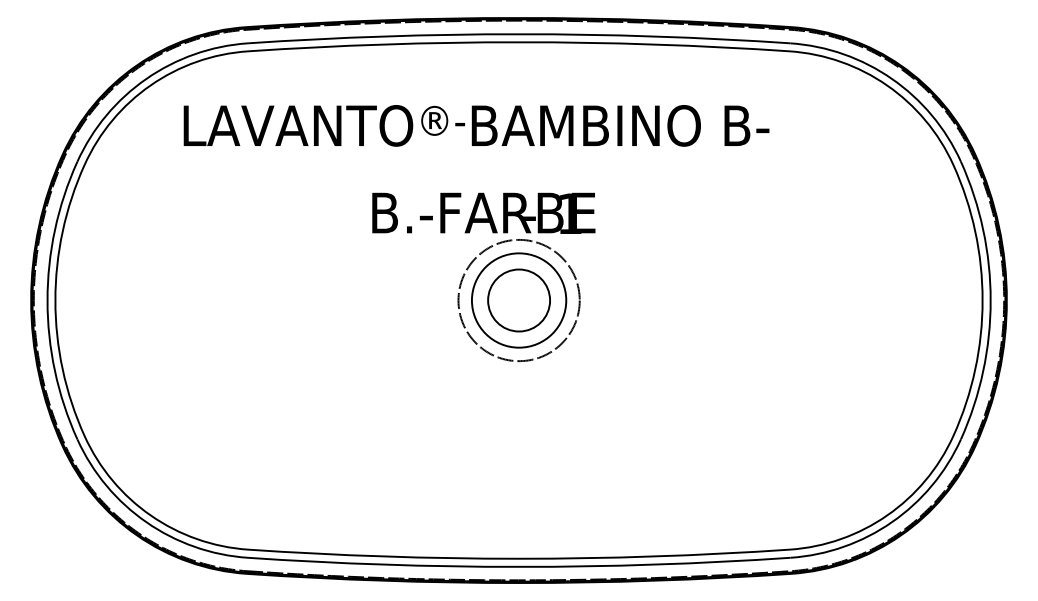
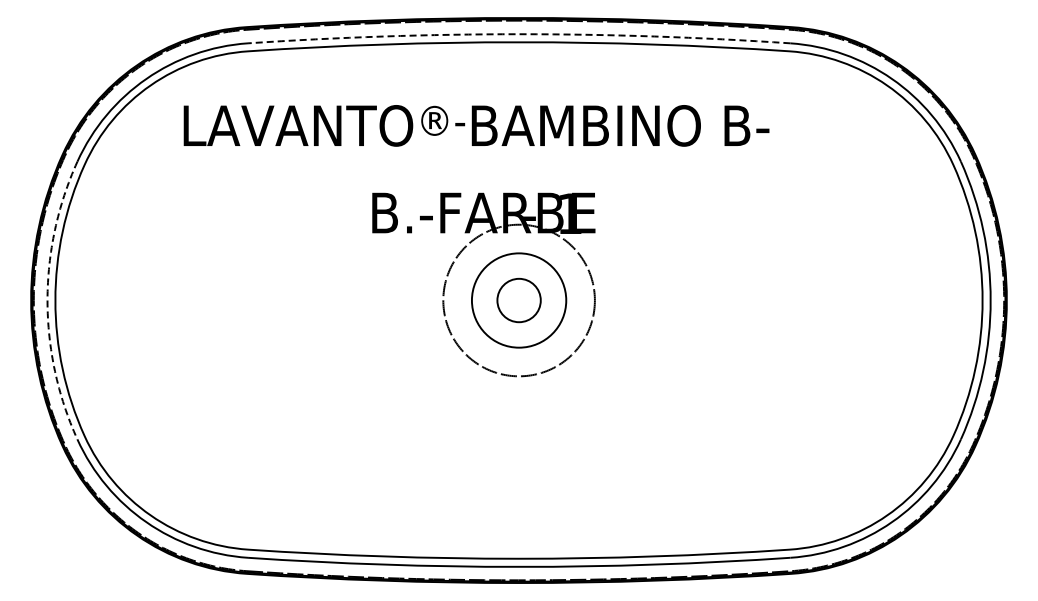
arc at (519, 34): solid -> dashed
arc at (47, 300): solid -> dashed
circle at (518, 300) diameter: 121 px -> 152 px
circle at (519, 300) diameter: 62 px -> 43 px
